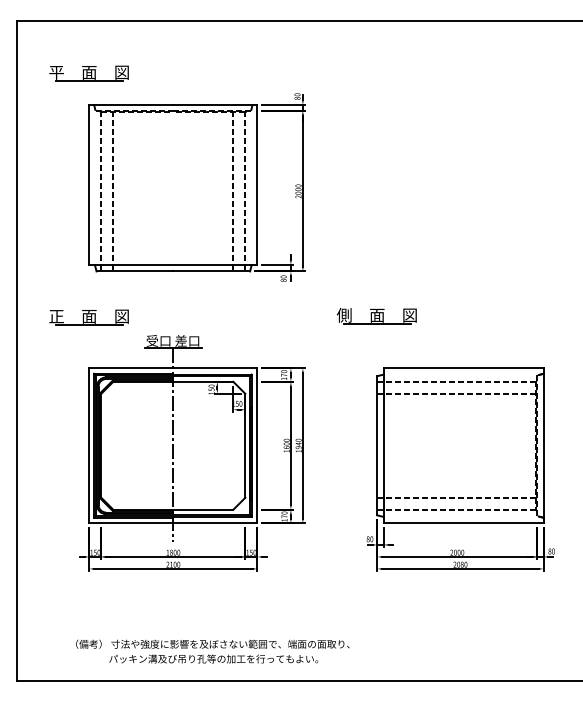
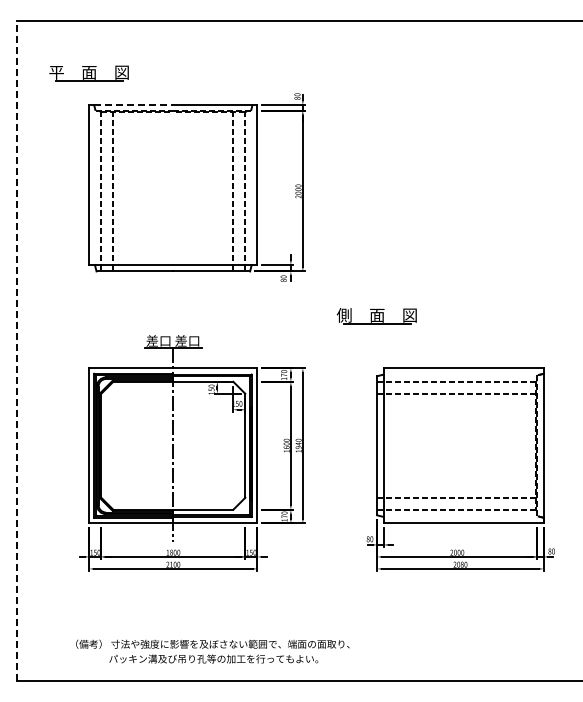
line at (133, 105): solid -> dashed
part at (88, 317): present -> none
text at (152, 340): 受口 -> 差口
line at (17, 350): solid -> dashed
